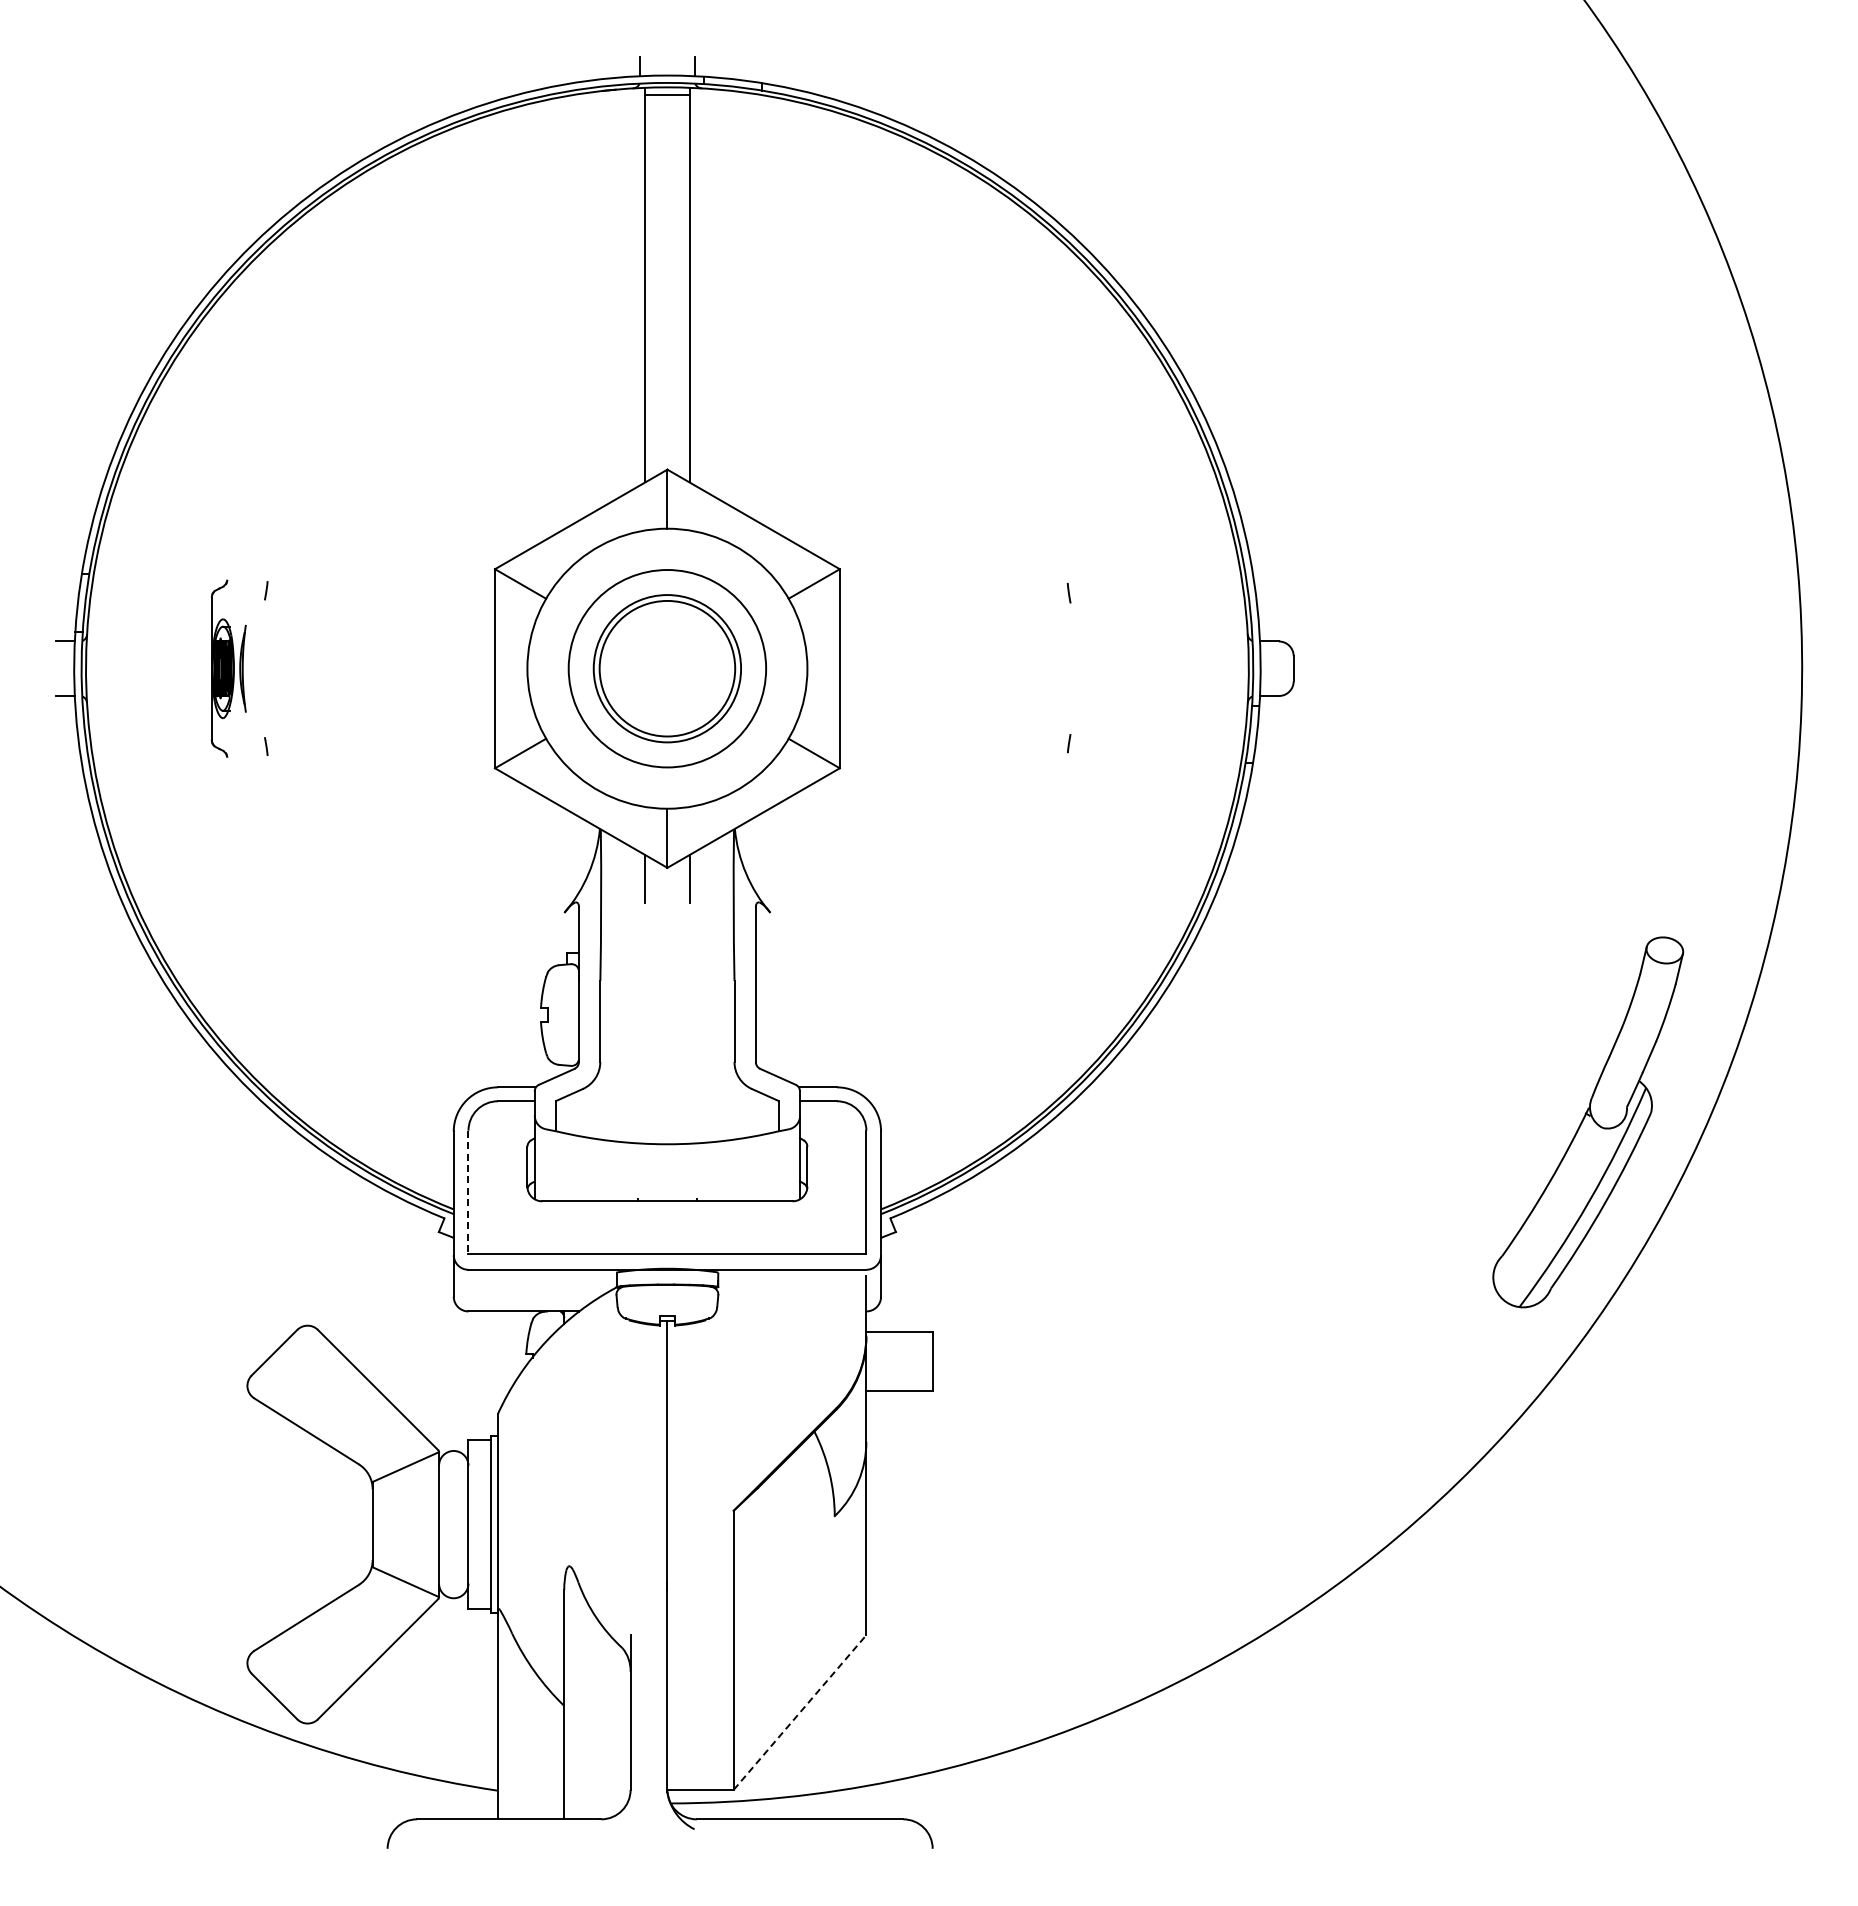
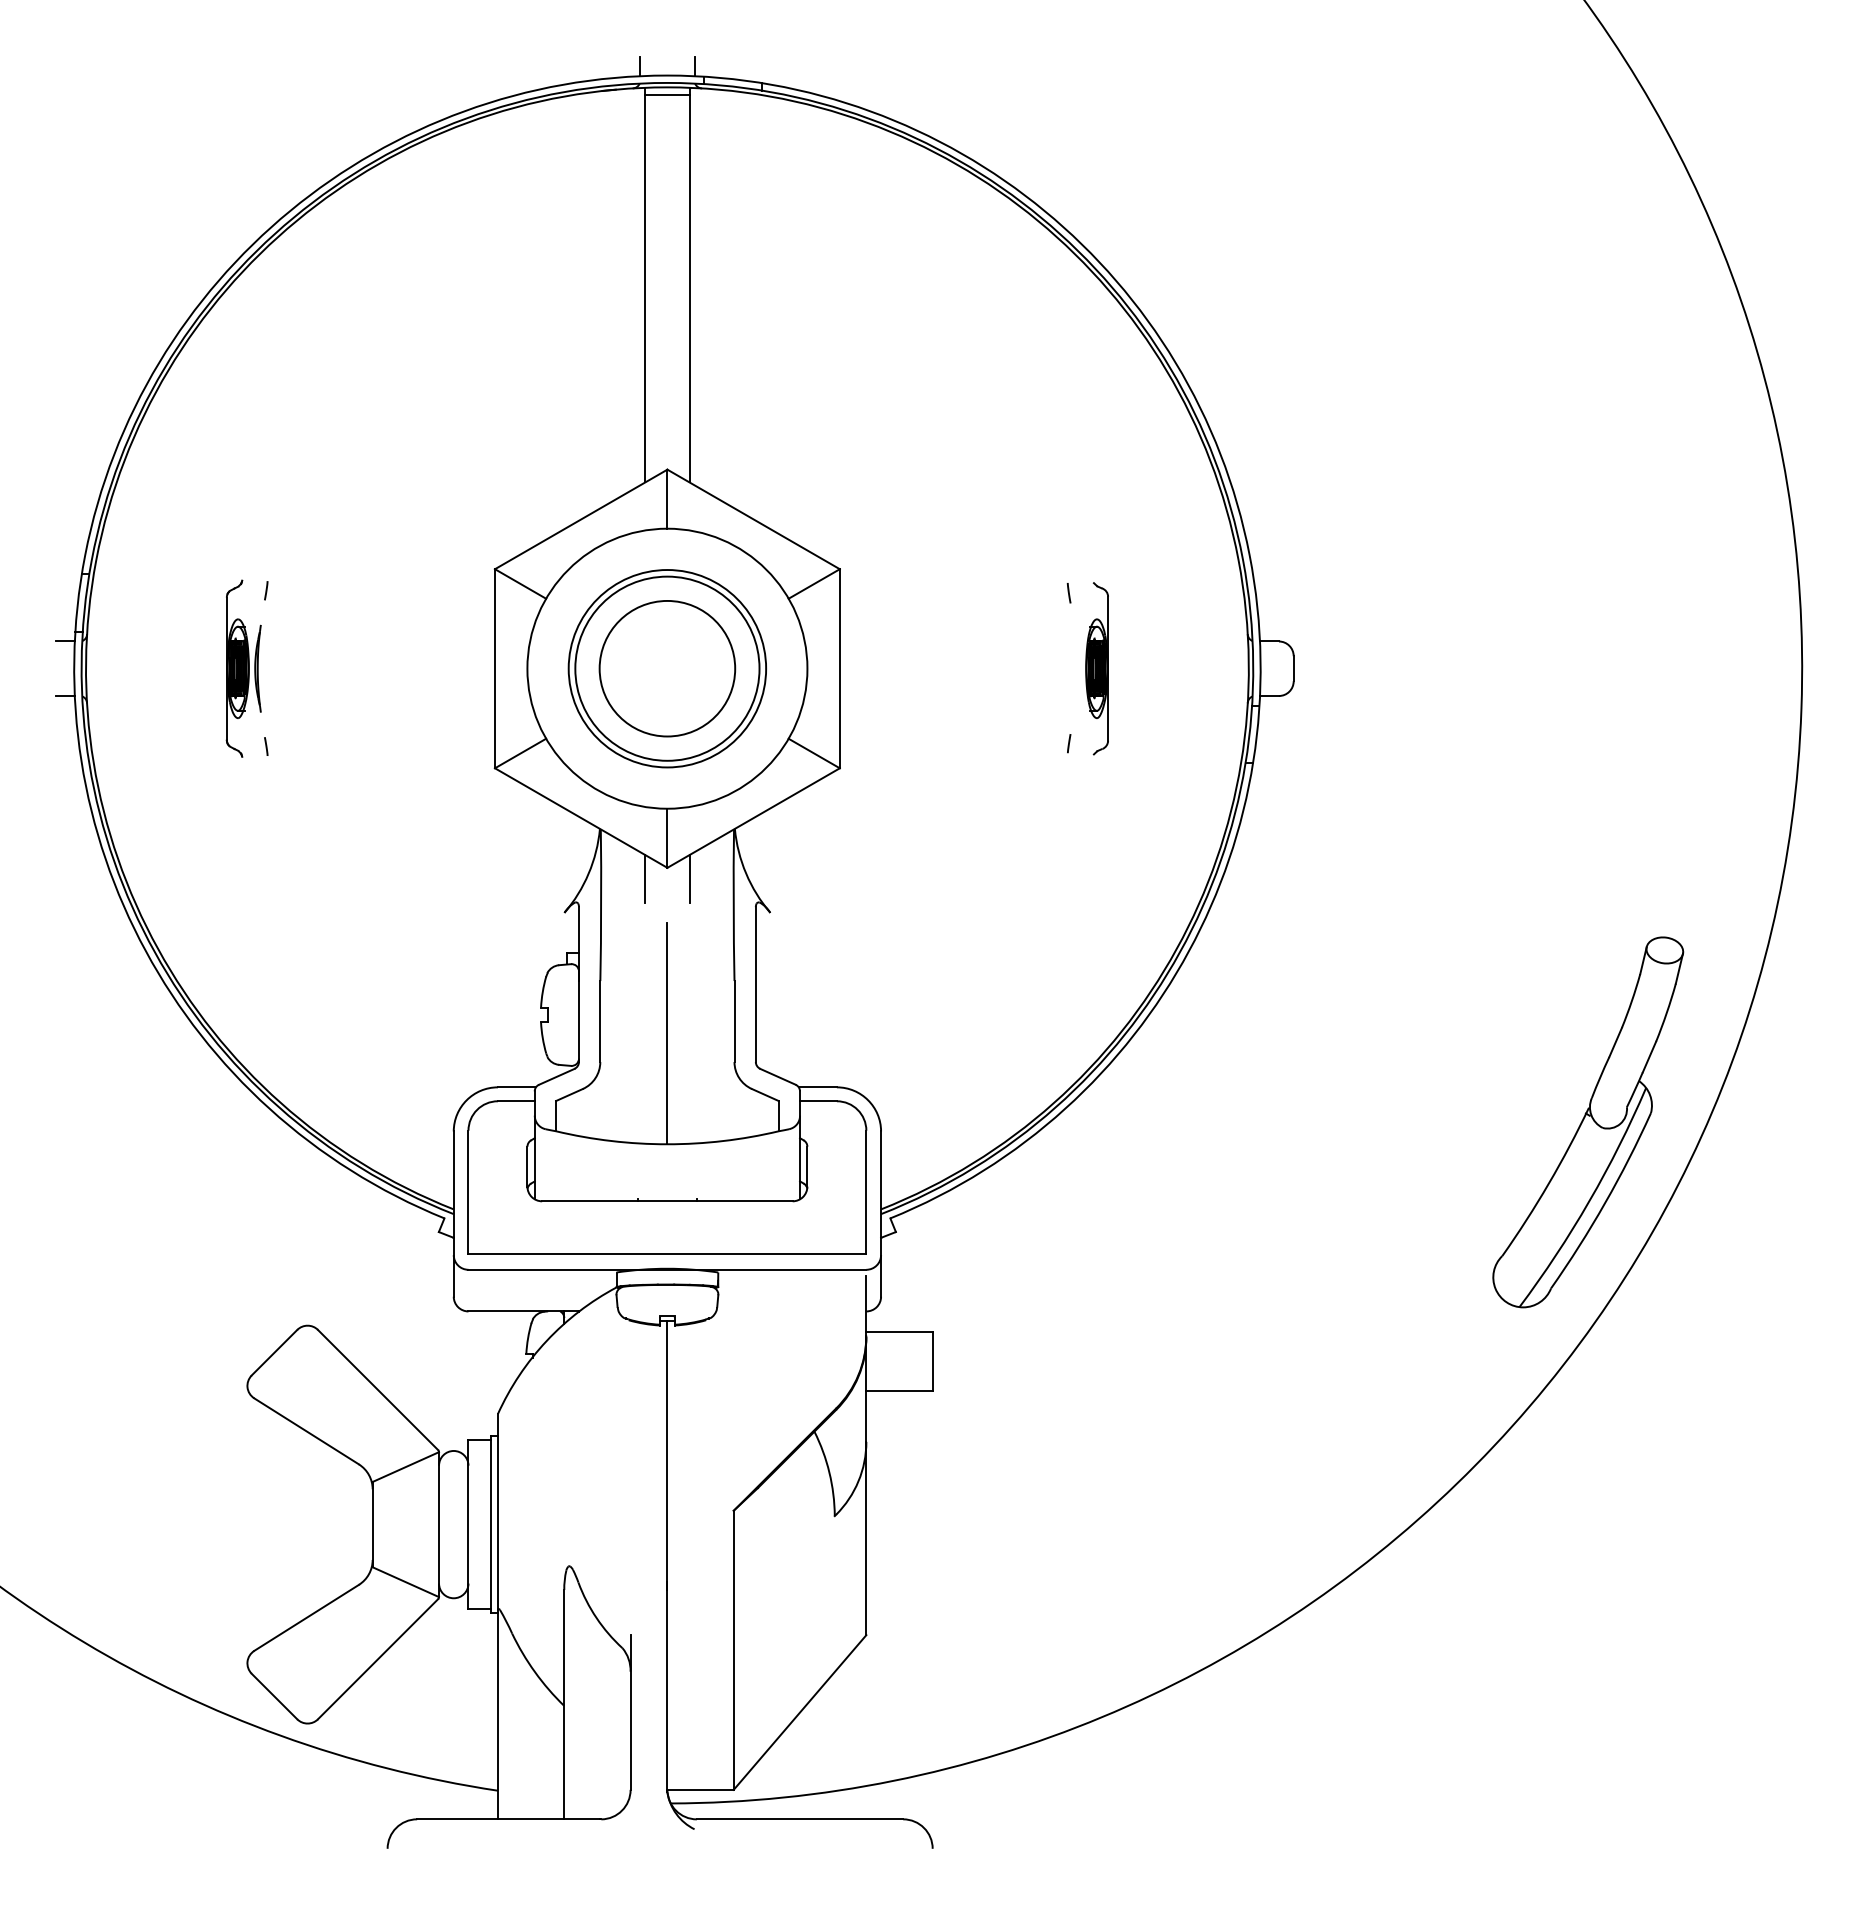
part at (228, 668) position: (228, 668) -> (243, 668)
circle at (667, 668) diameter: 147 px -> 184 px
part at (1096, 668): none -> present
line at (667, 1033): none -> present
line at (468, 1192): dashed -> solid
line at (800, 1712): dashed -> solid
